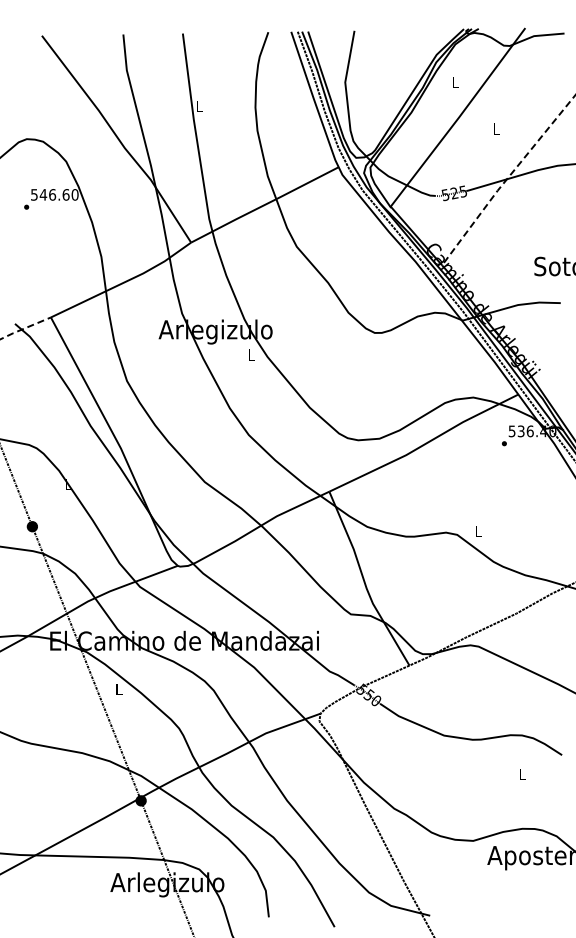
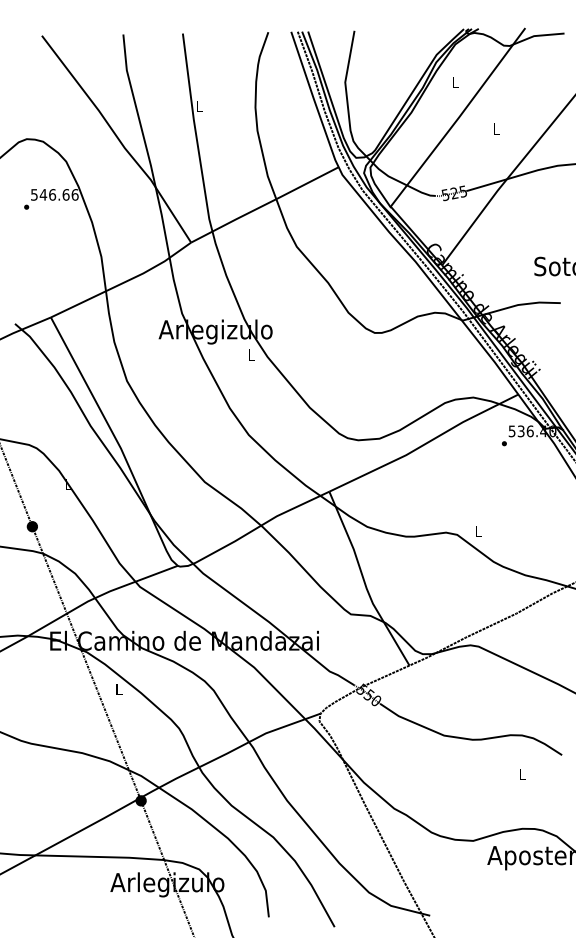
line at (506, 179): dashed -> solid
text at (74, 194): 546.60 -> 546.66
line at (25, 328): dashed -> solid
